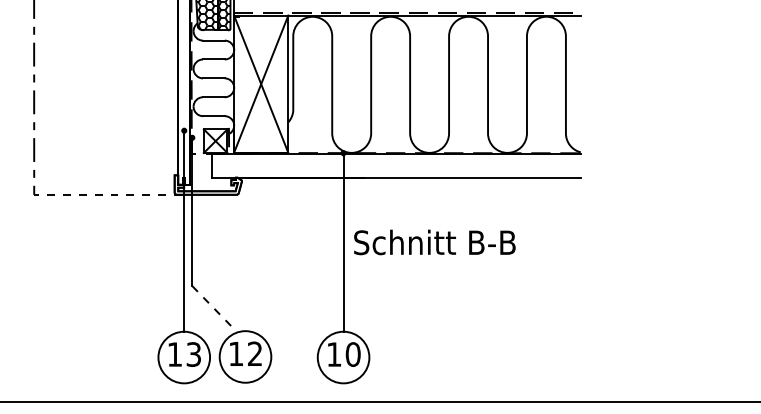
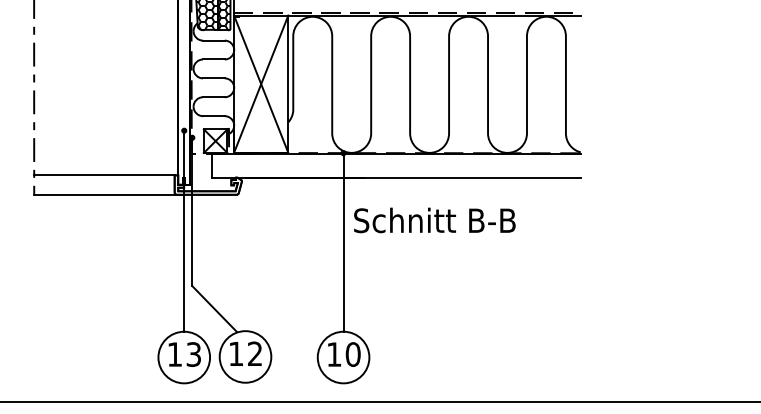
line at (104, 175): none -> present
line at (108, 194): dashed -> solid
text at (434, 242) position: (434, 242) -> (434, 220)
line at (214, 308): dashed -> solid
